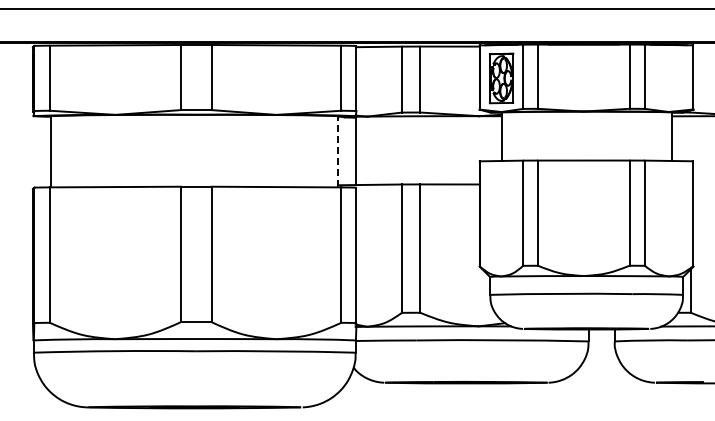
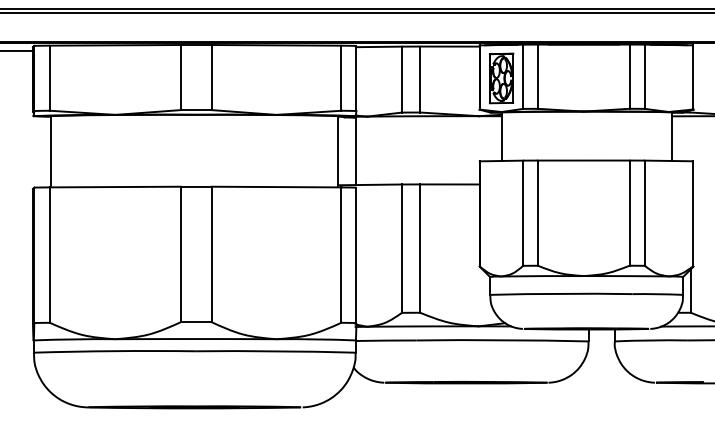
line at (356, 12): none -> present
line at (17, 50): none -> present
line at (338, 151): dashed -> solid
